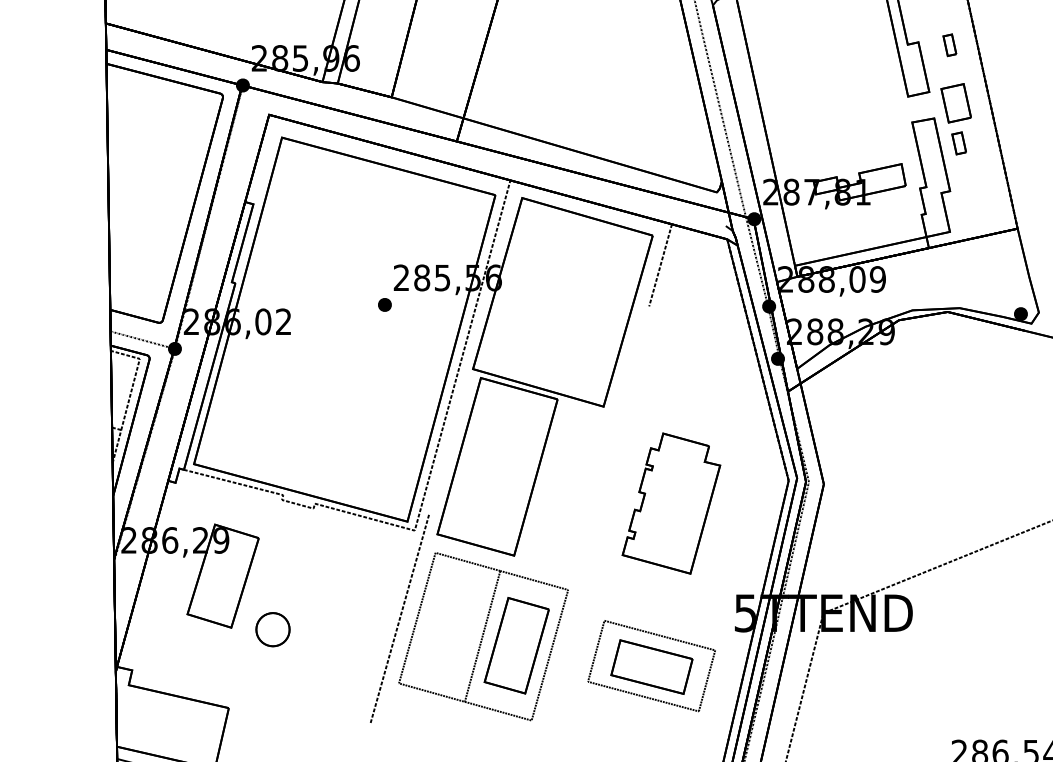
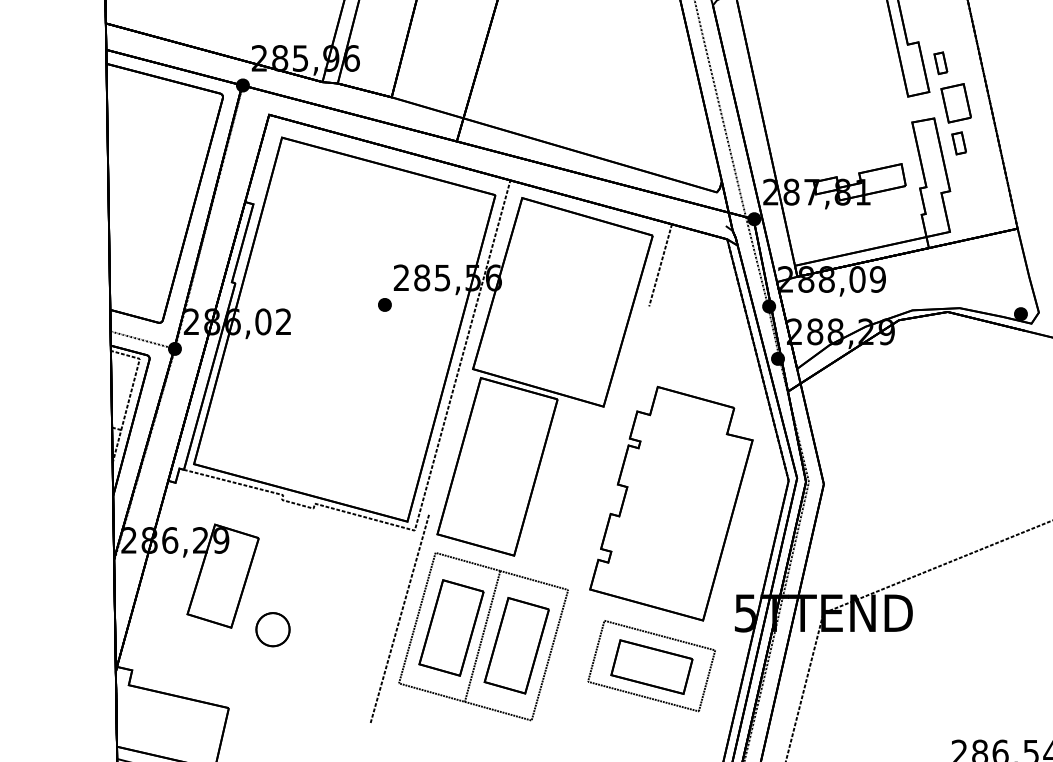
part at (949, 45) position: (949, 45) -> (940, 63)
part at (671, 503) size: 101x143 px -> 165x237 px
part at (451, 627): none -> present
